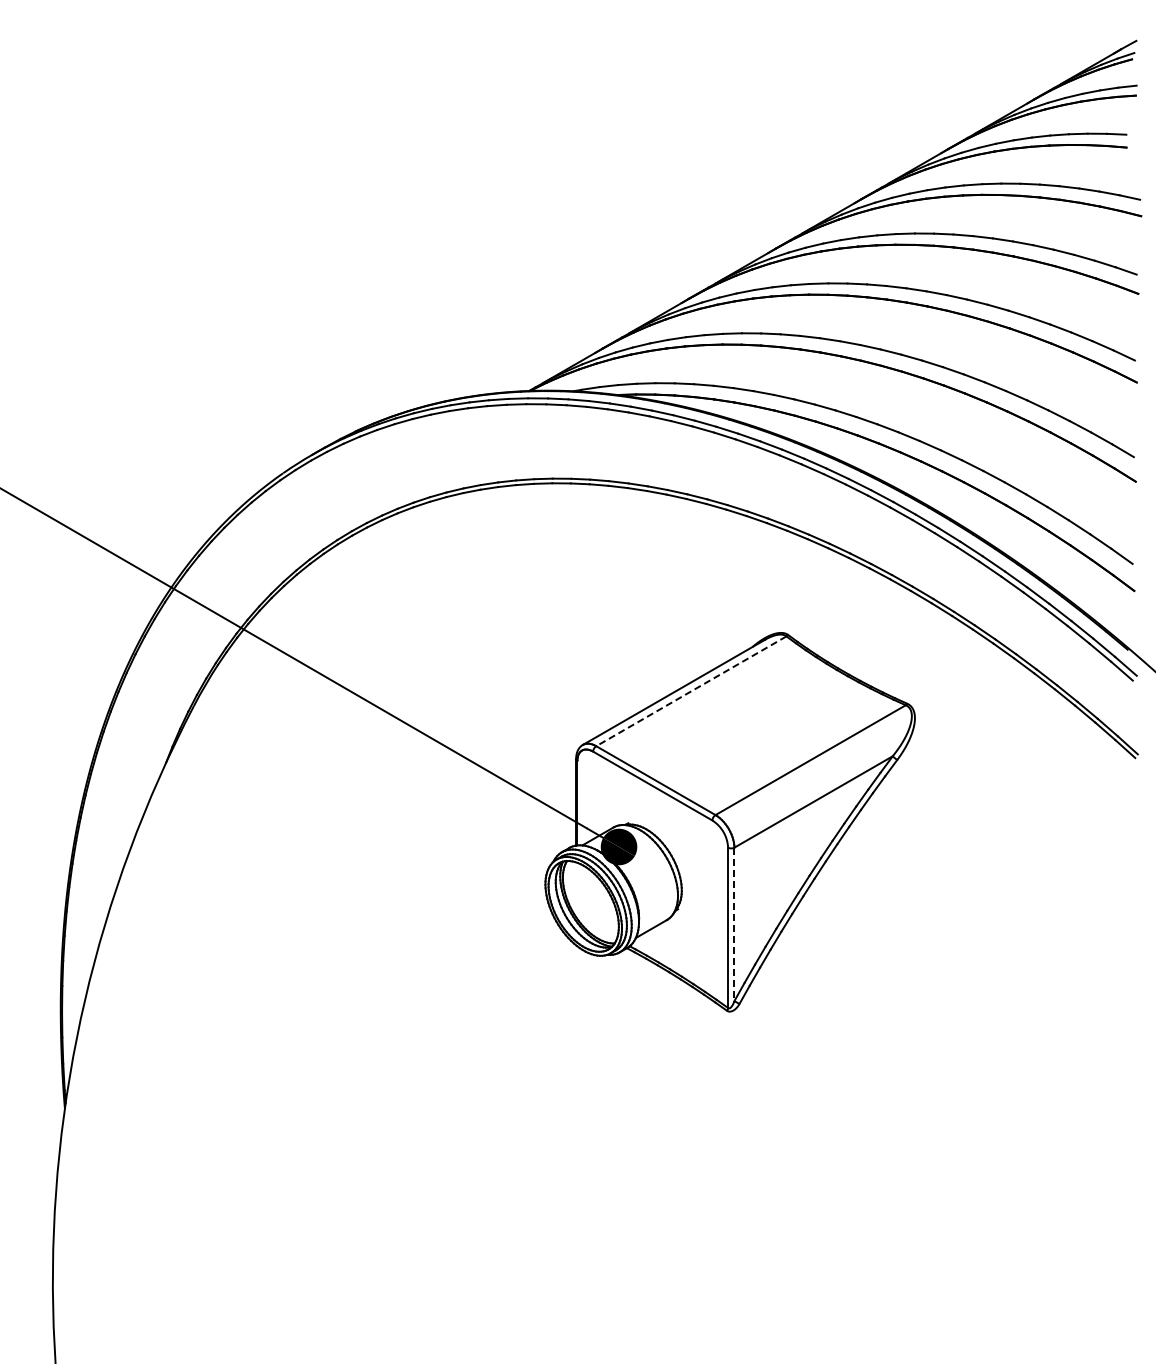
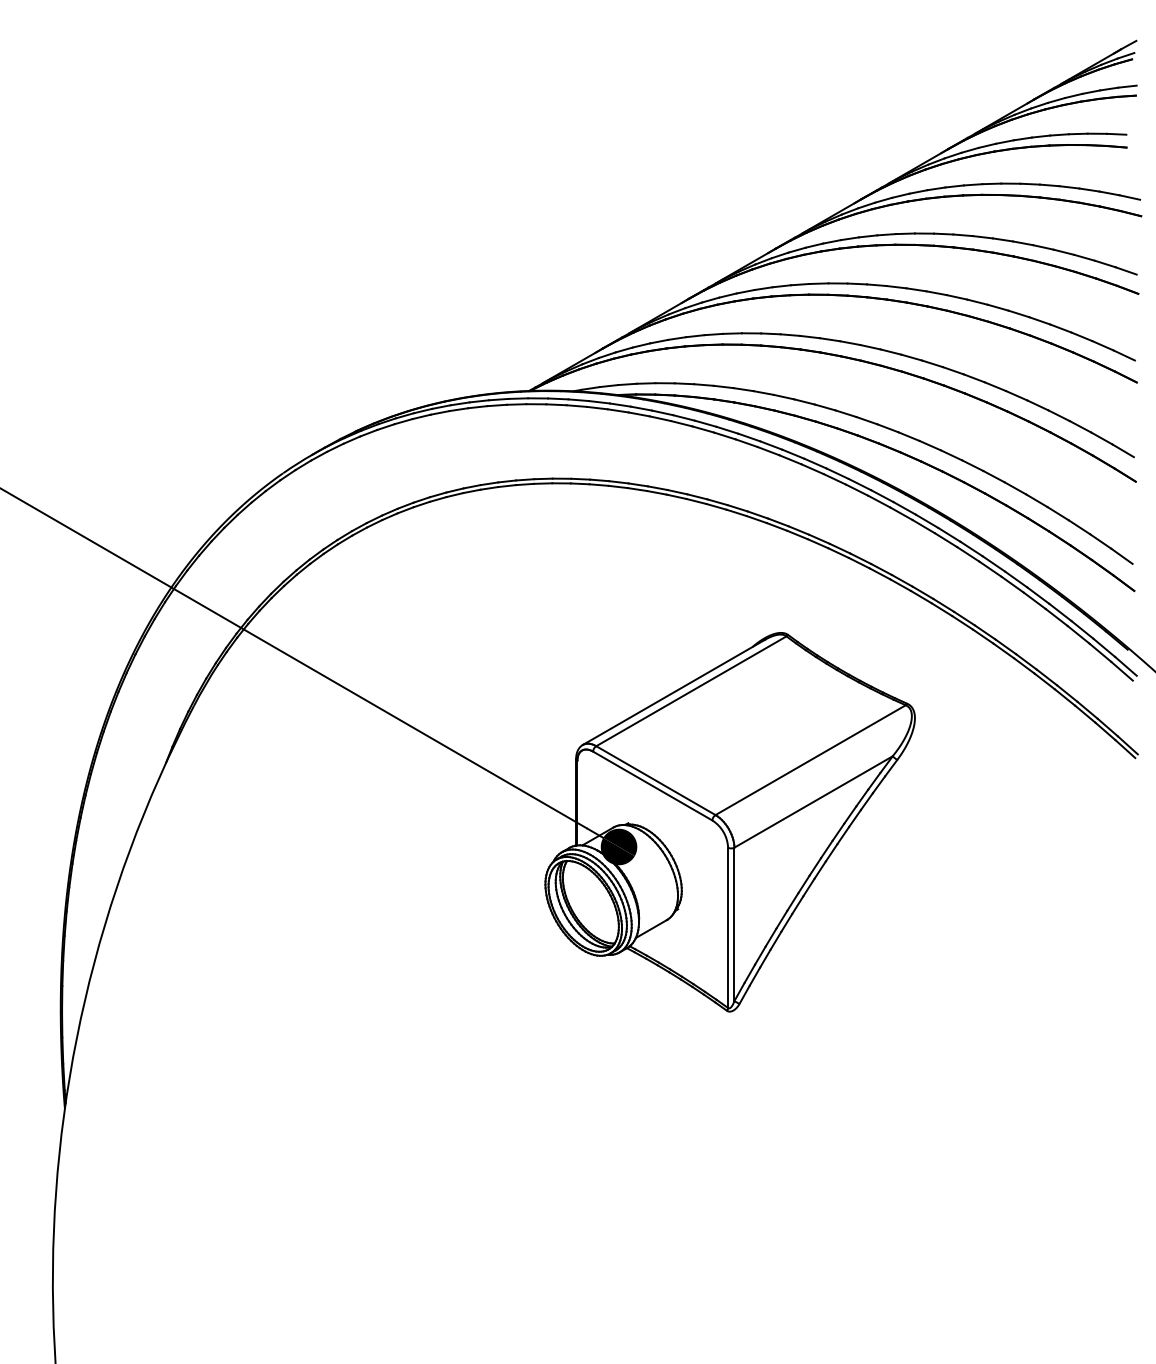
line at (691, 691): dashed -> solid
line at (734, 924): dashed -> solid
